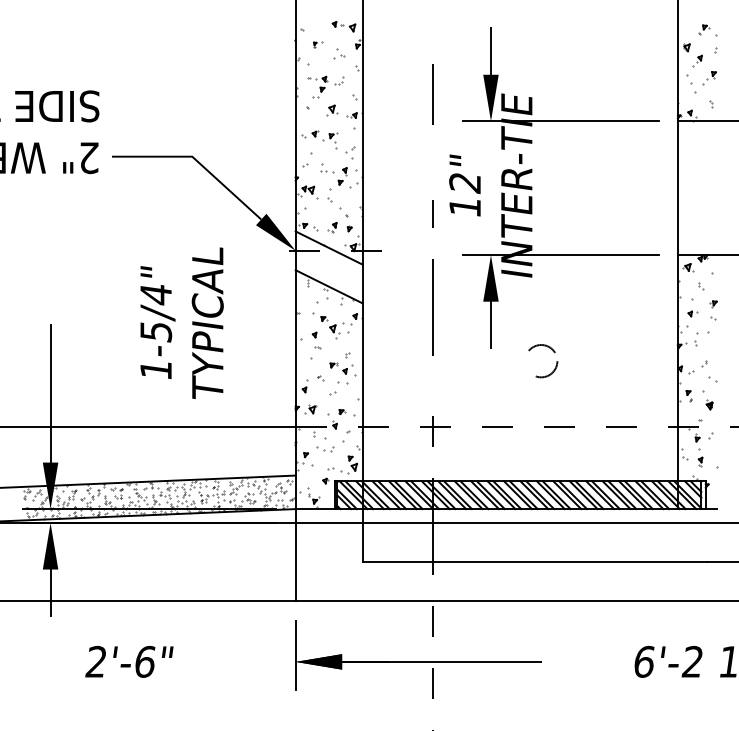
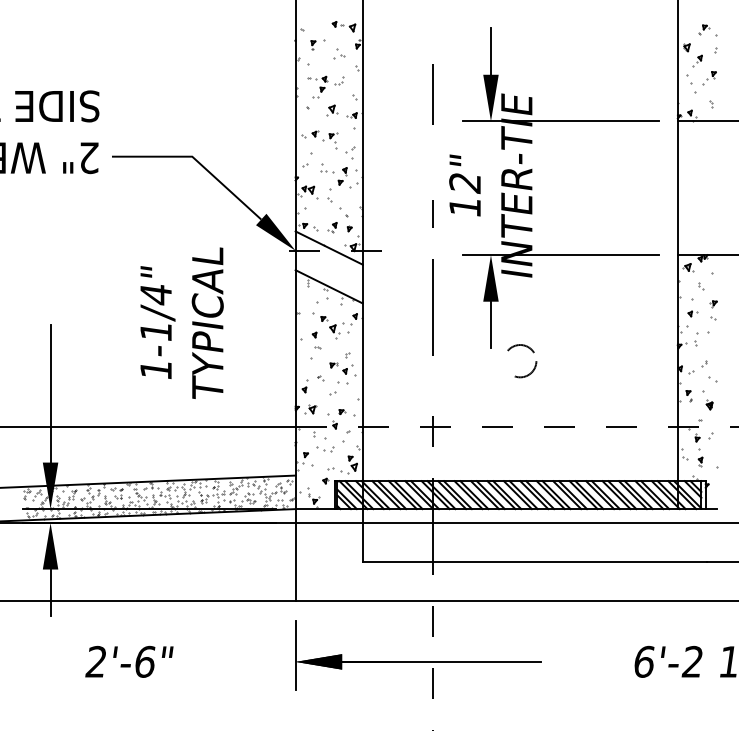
part at (318, 44) size: 11x8 px -> 16x12 px
text at (156, 332): 1-5/4" -> 1-1/4"
circle at (543, 361) position: (543, 361) -> (522, 361)
